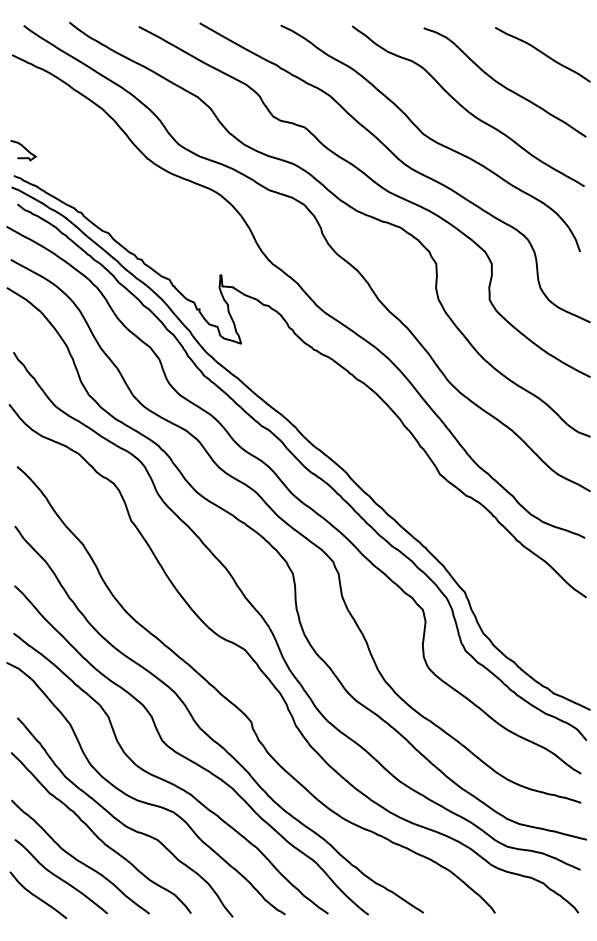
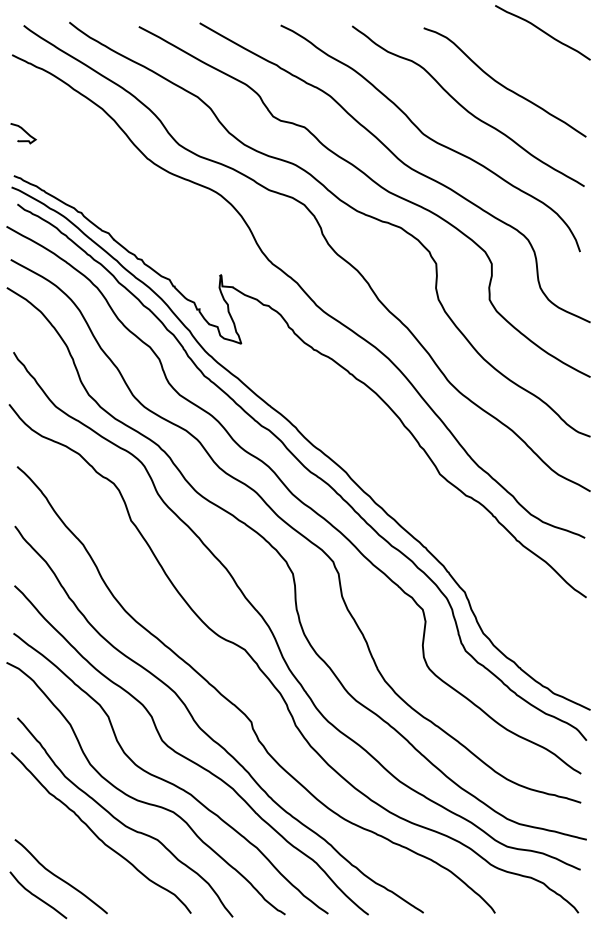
curve at (542, 54) position: (542, 54) -> (542, 32)
curve at (23, 148) position: (23, 148) -> (23, 131)
curve at (78, 859): present -> none
